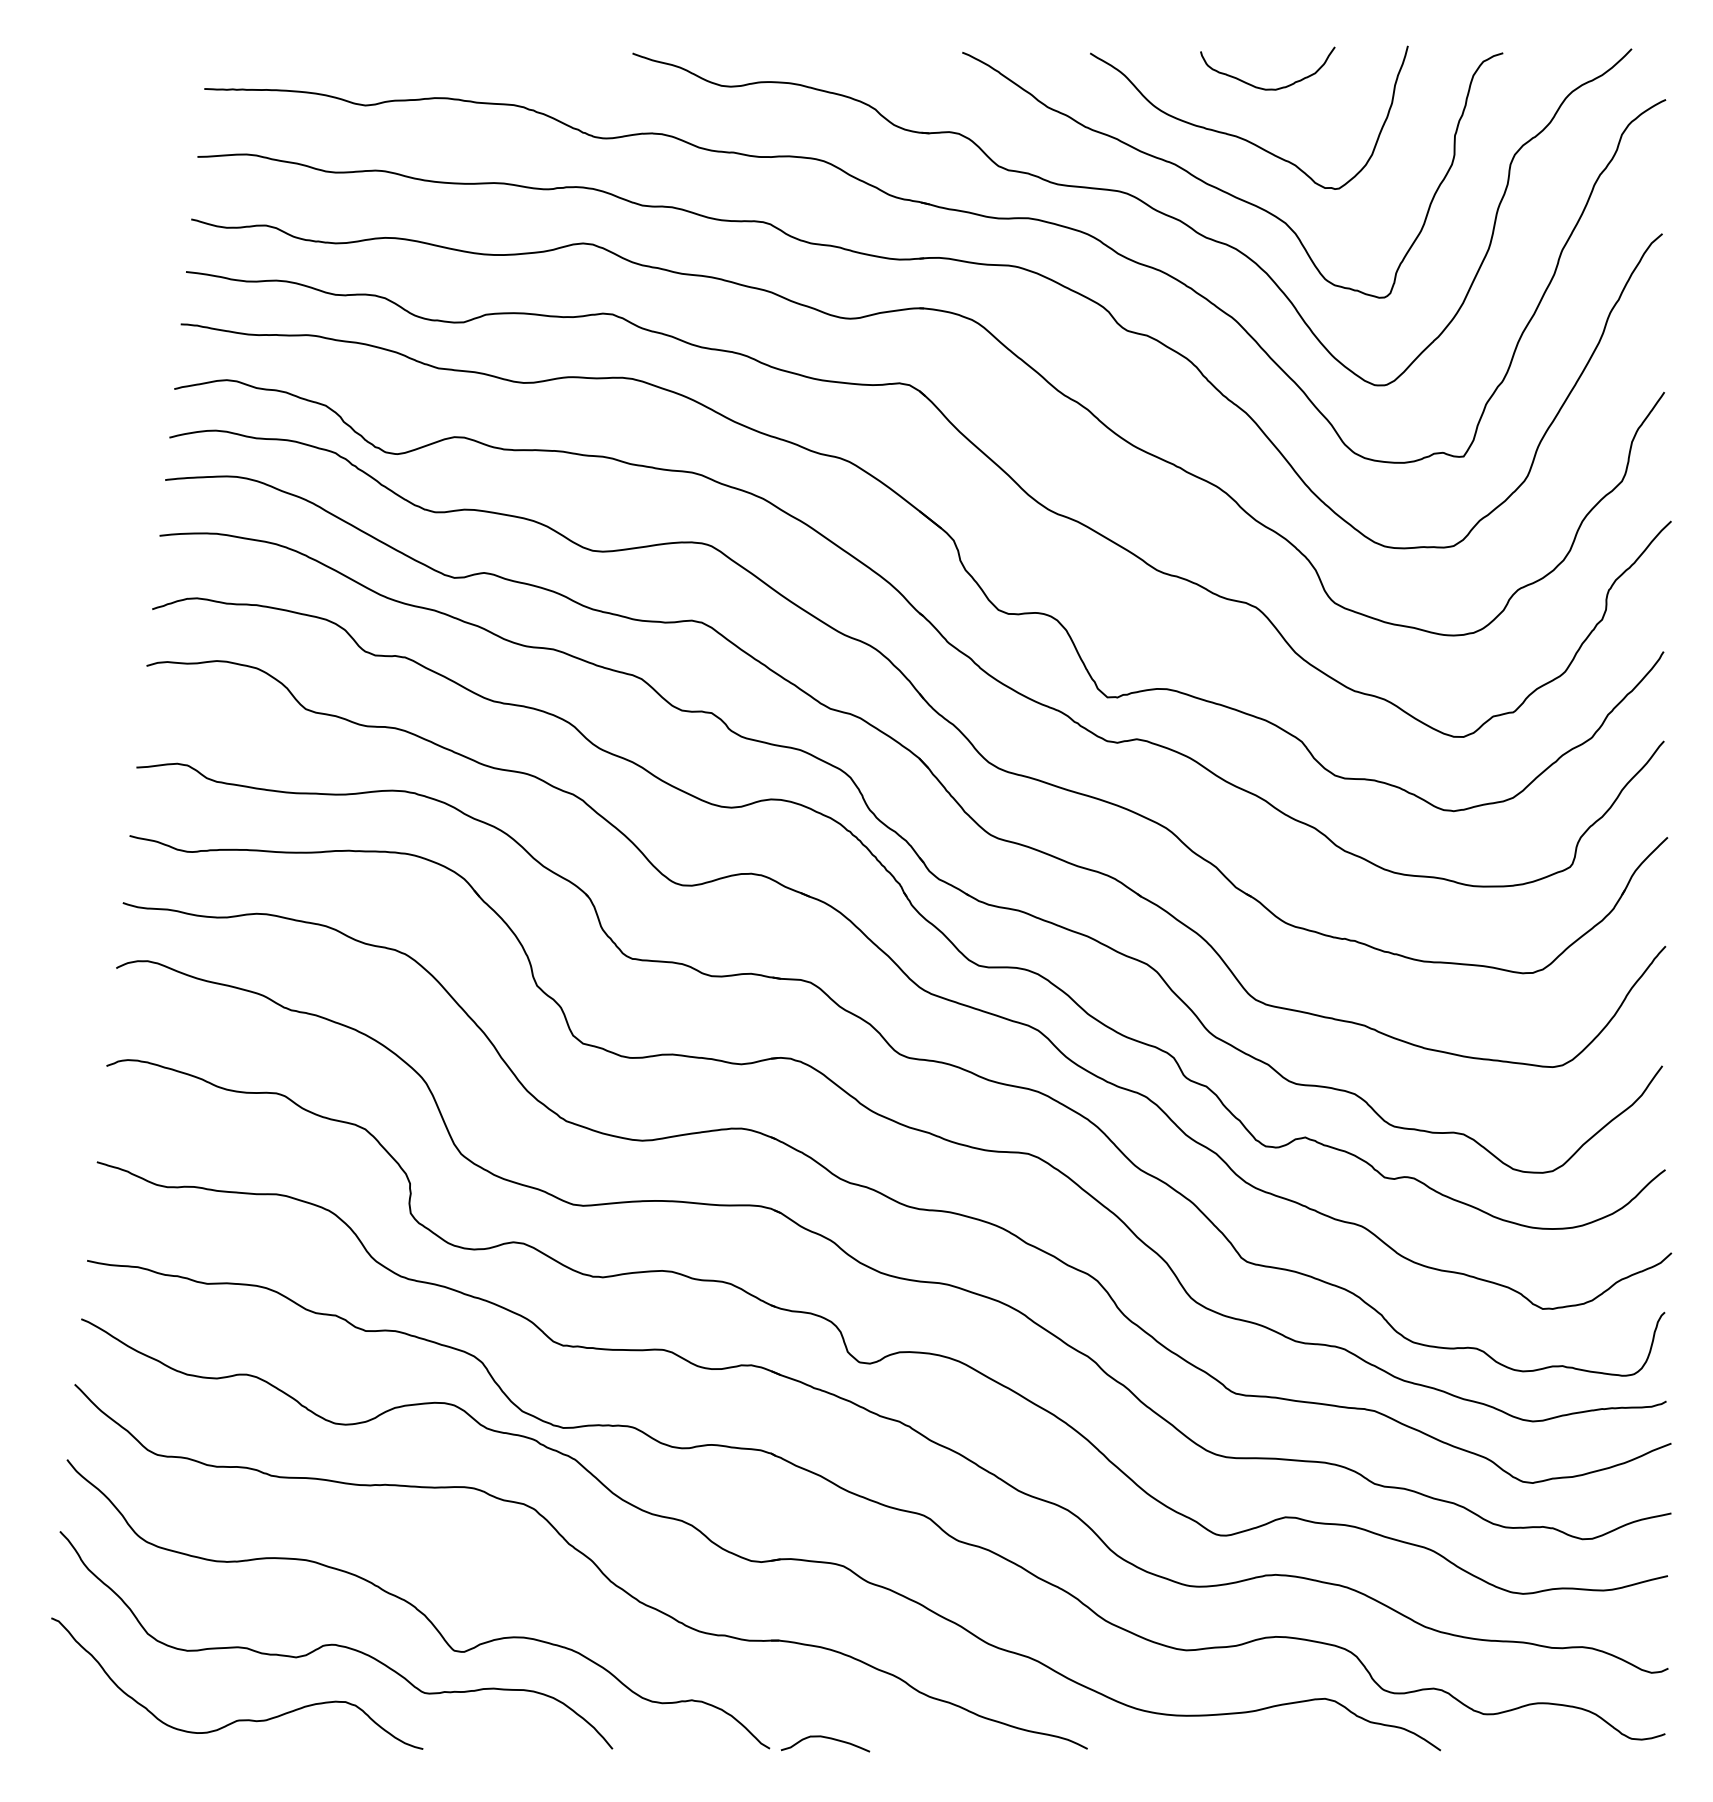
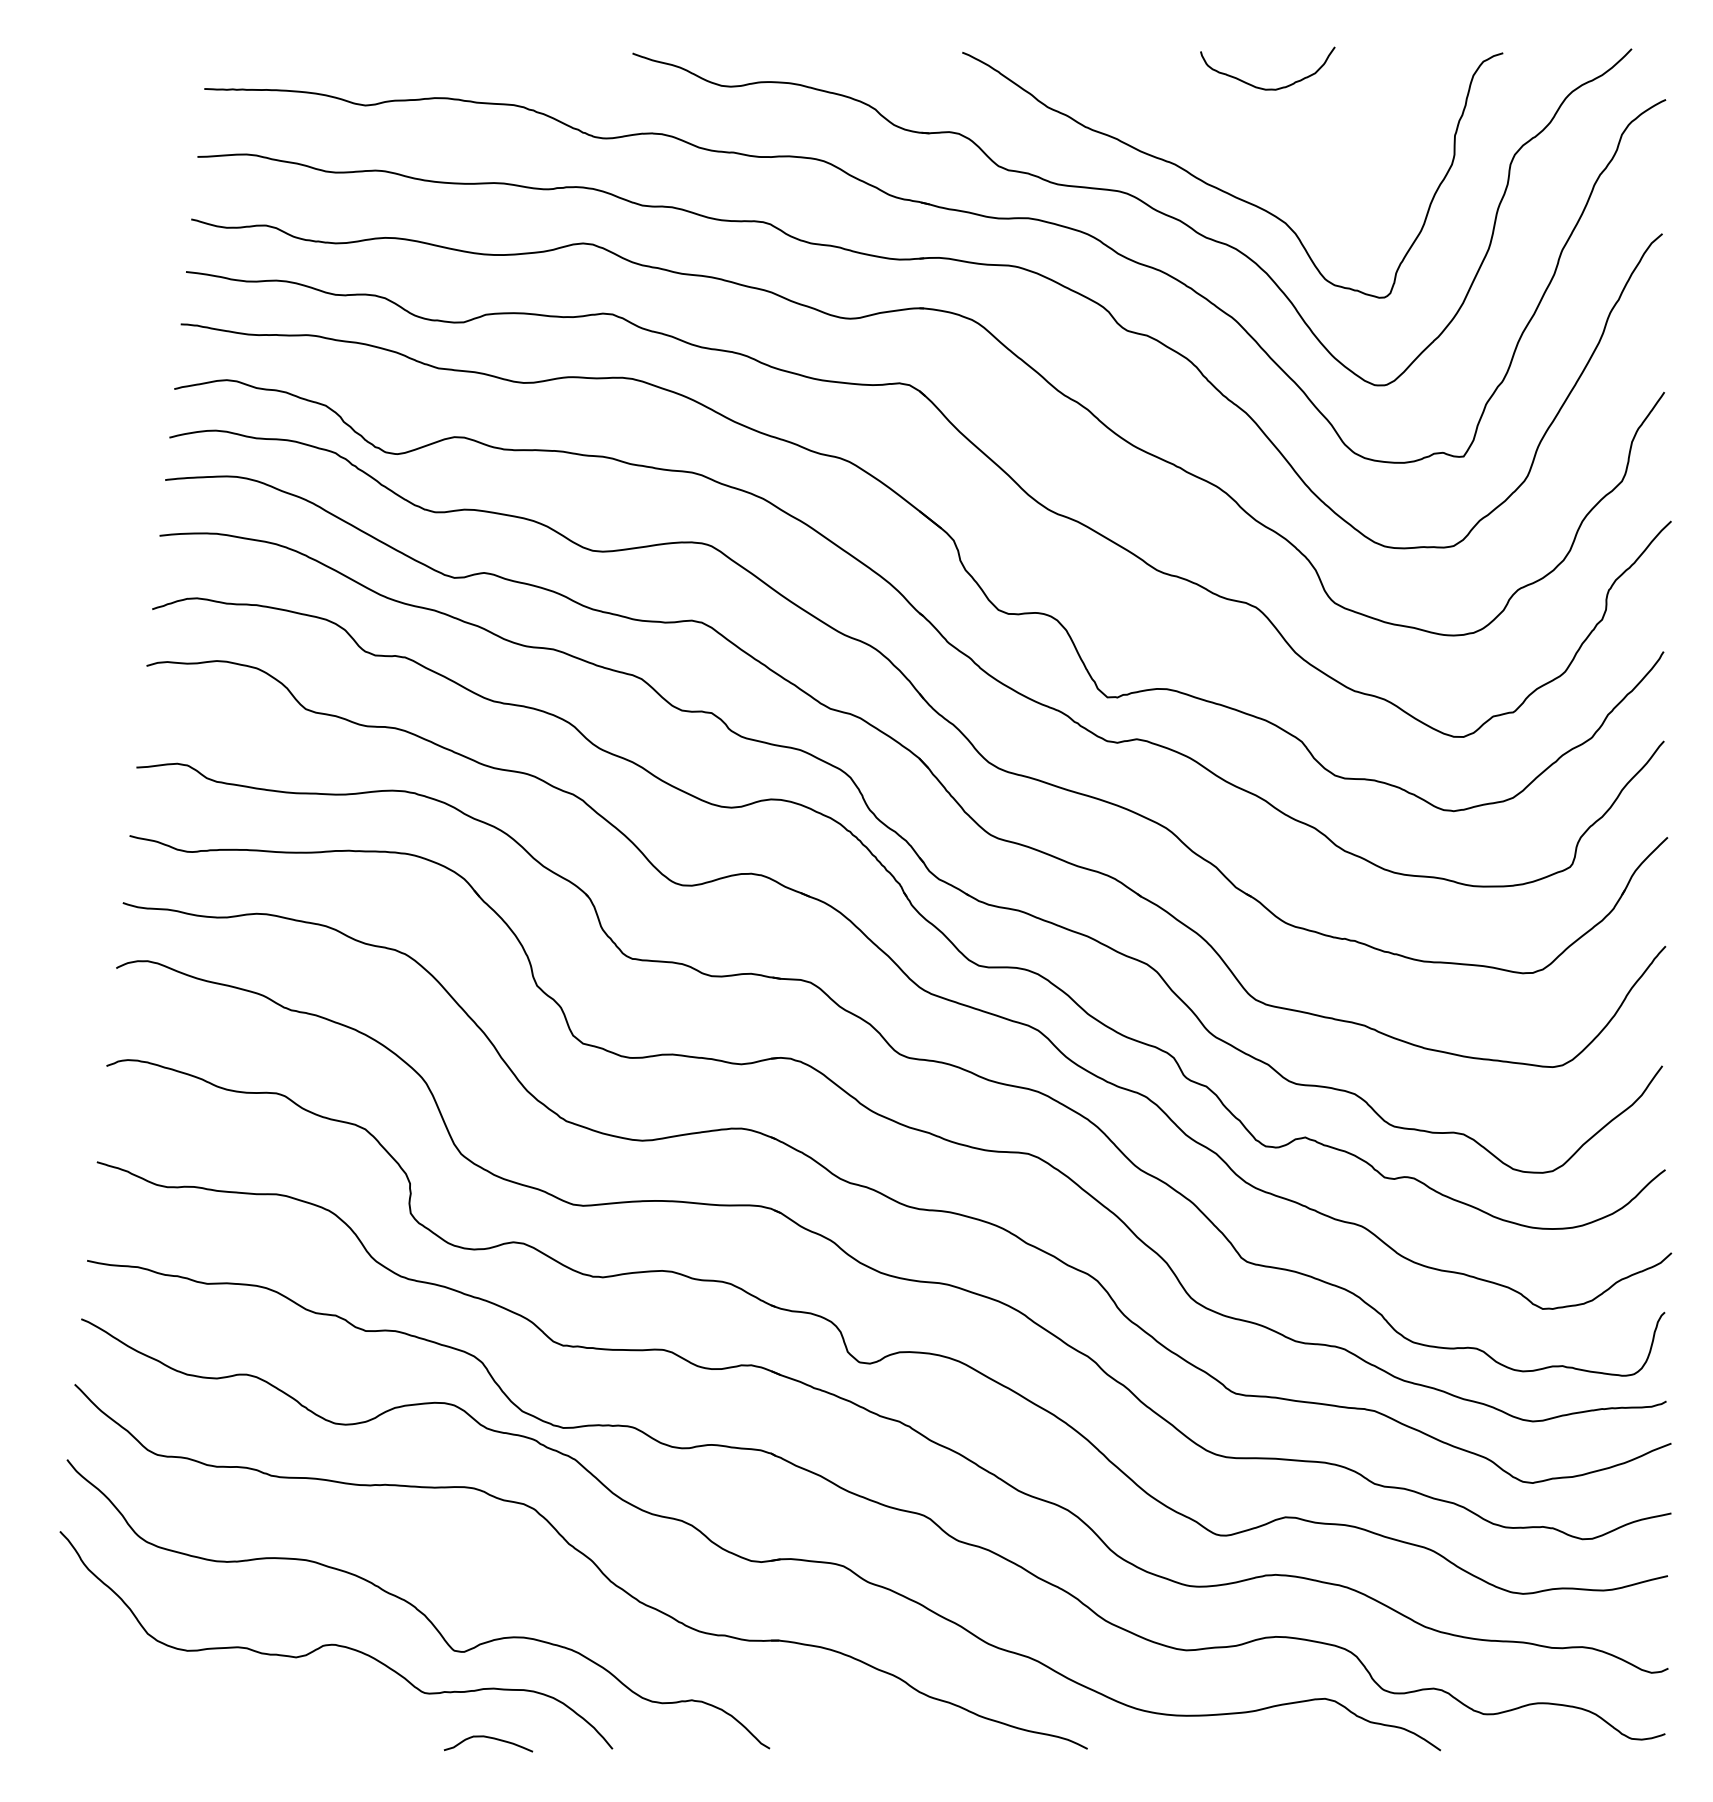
curve at (1239, 136): present -> none
curve at (237, 1719): present -> none
curve at (825, 1738) position: (825, 1738) -> (488, 1738)
